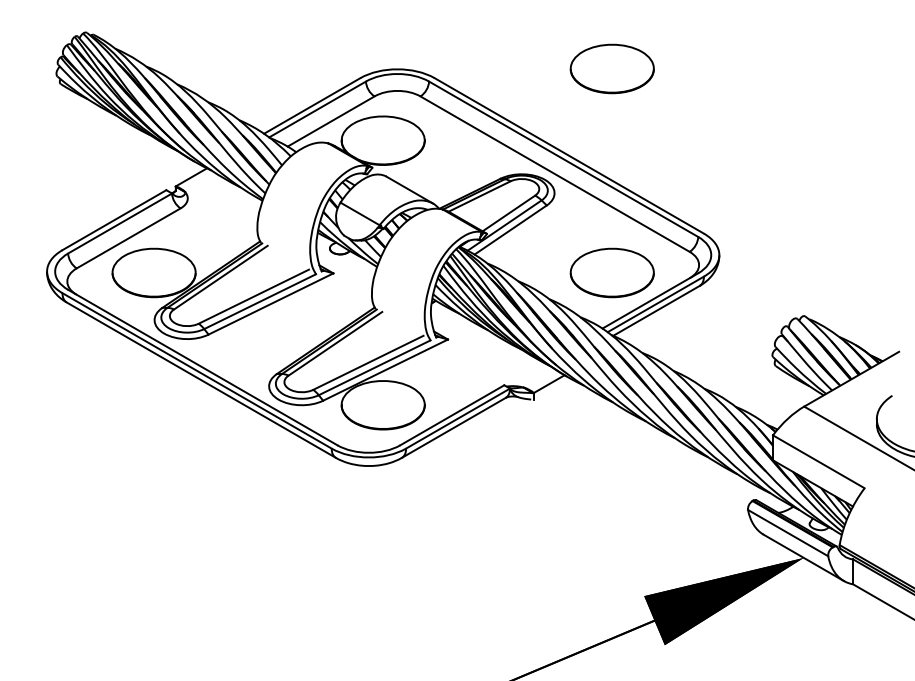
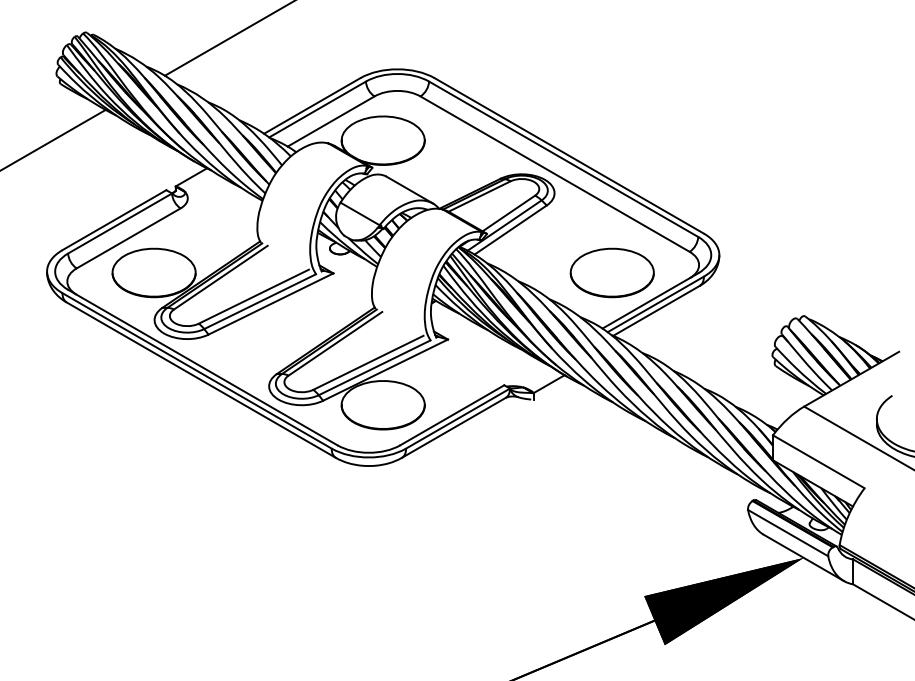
line at (228, 38): none -> present
part at (611, 68): present -> none
line at (53, 139): none -> present
